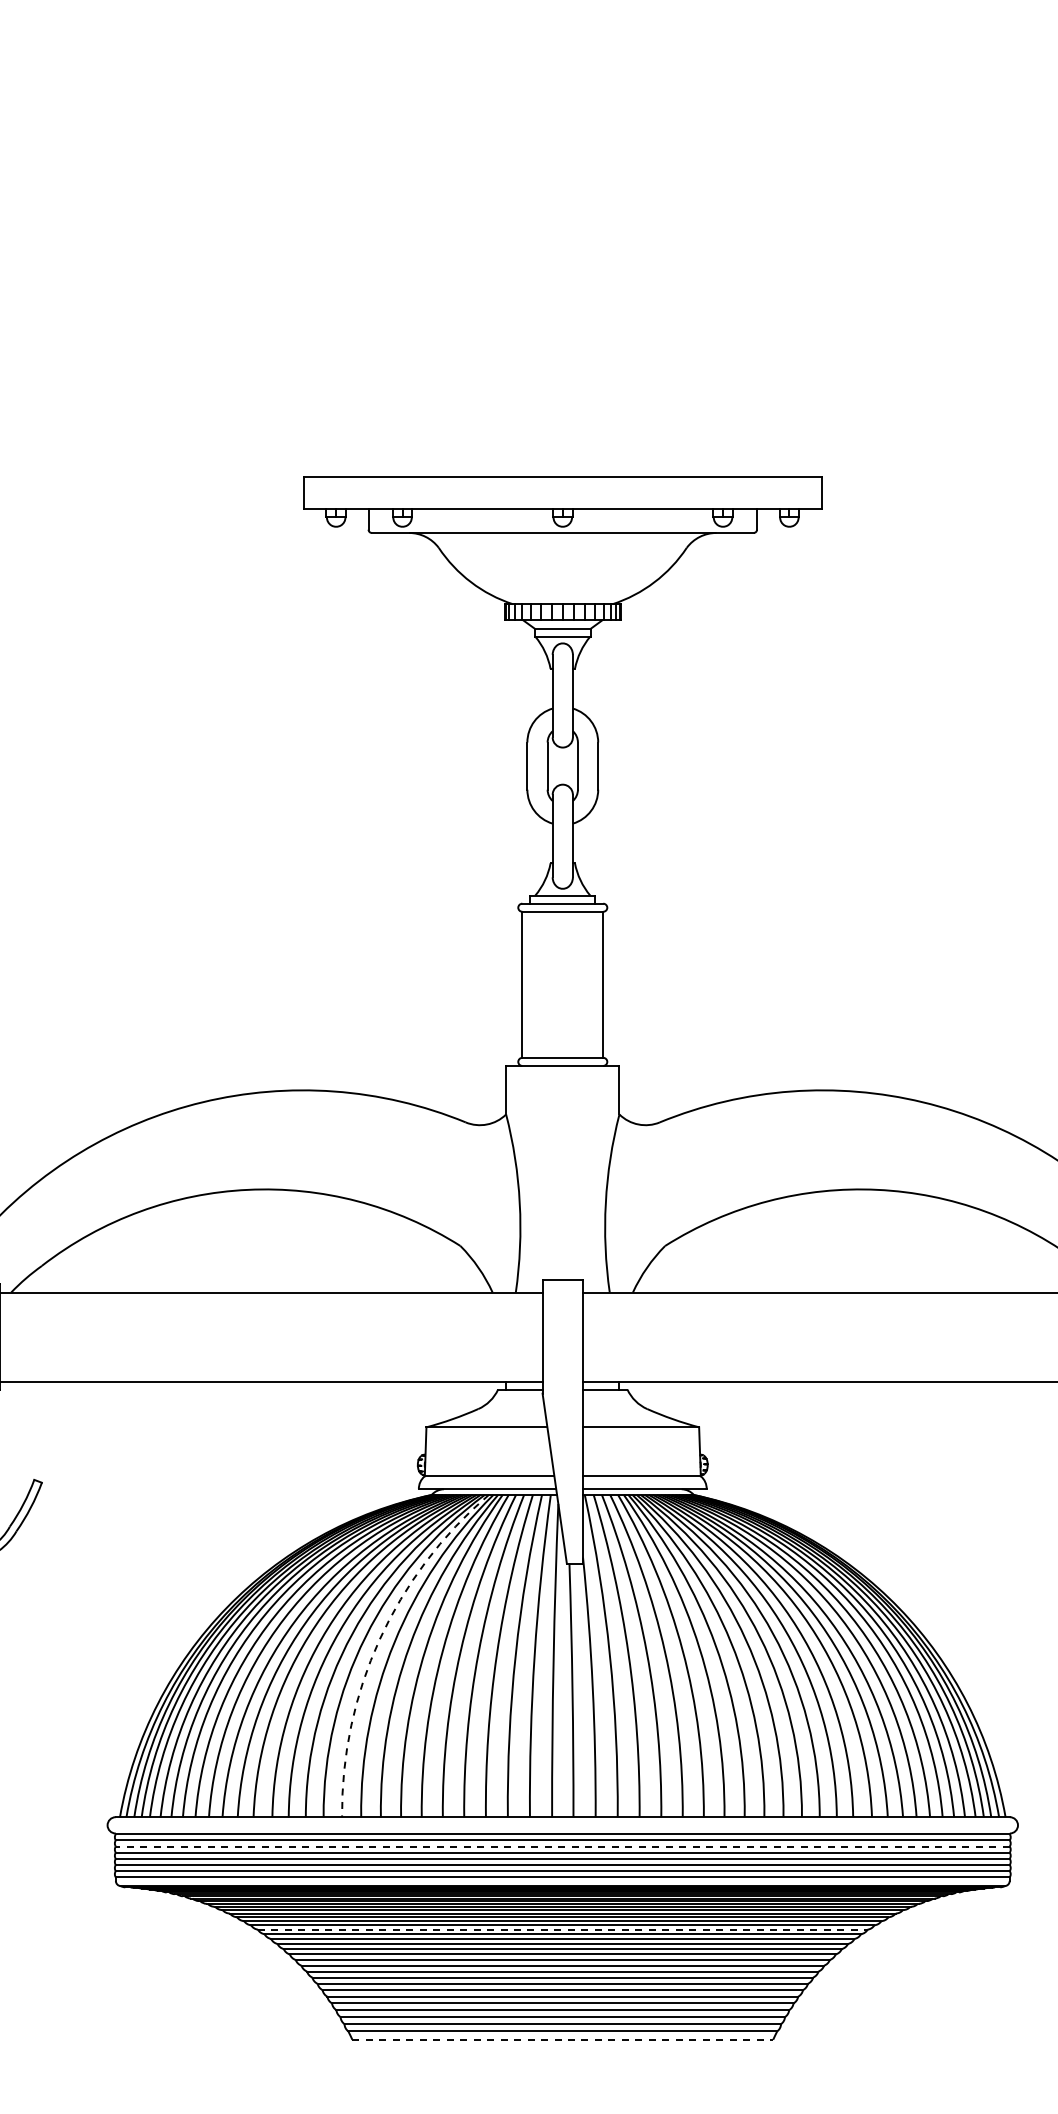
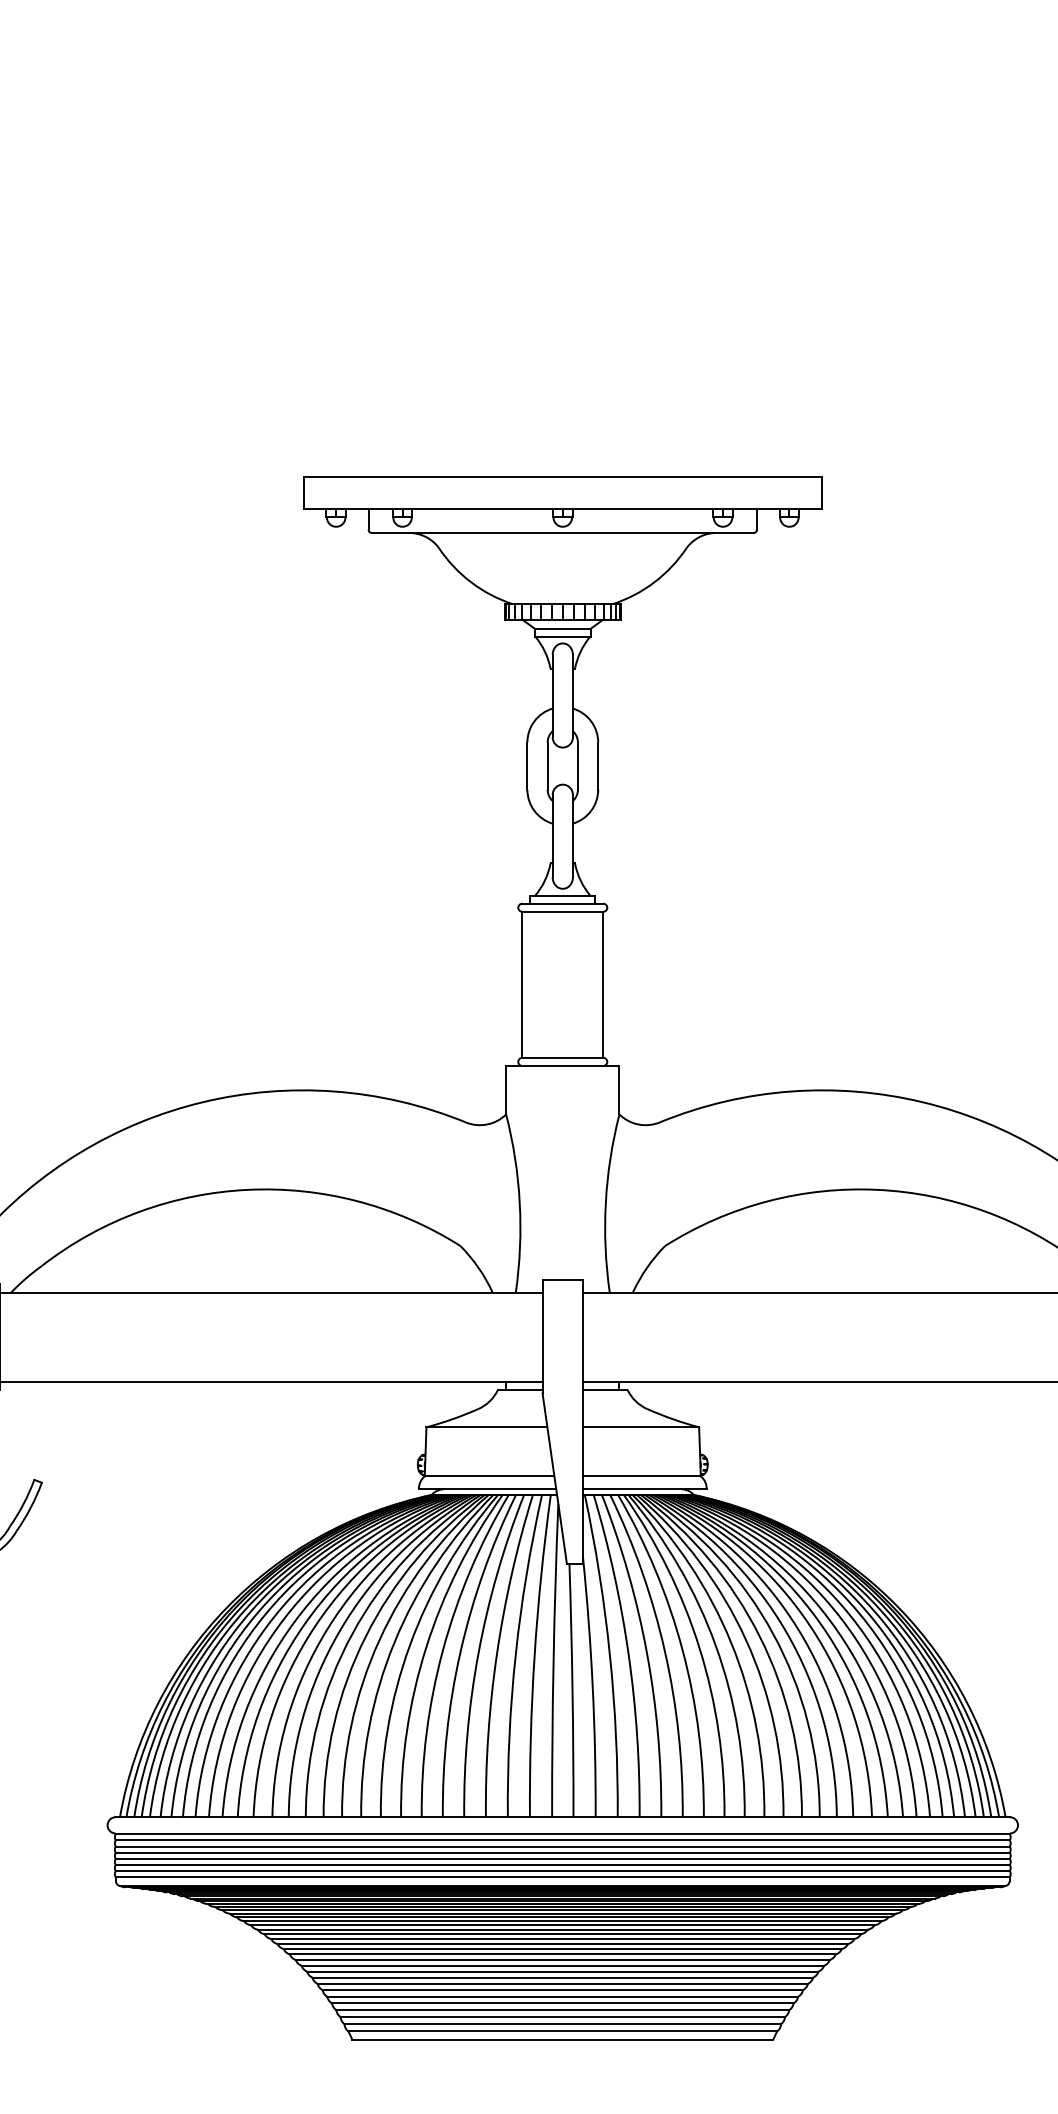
arc at (379, 1639): dashed -> solid
line at (562, 1846): dashed -> solid
line at (562, 1929): dashed -> solid
line at (563, 2039): dashed -> solid
